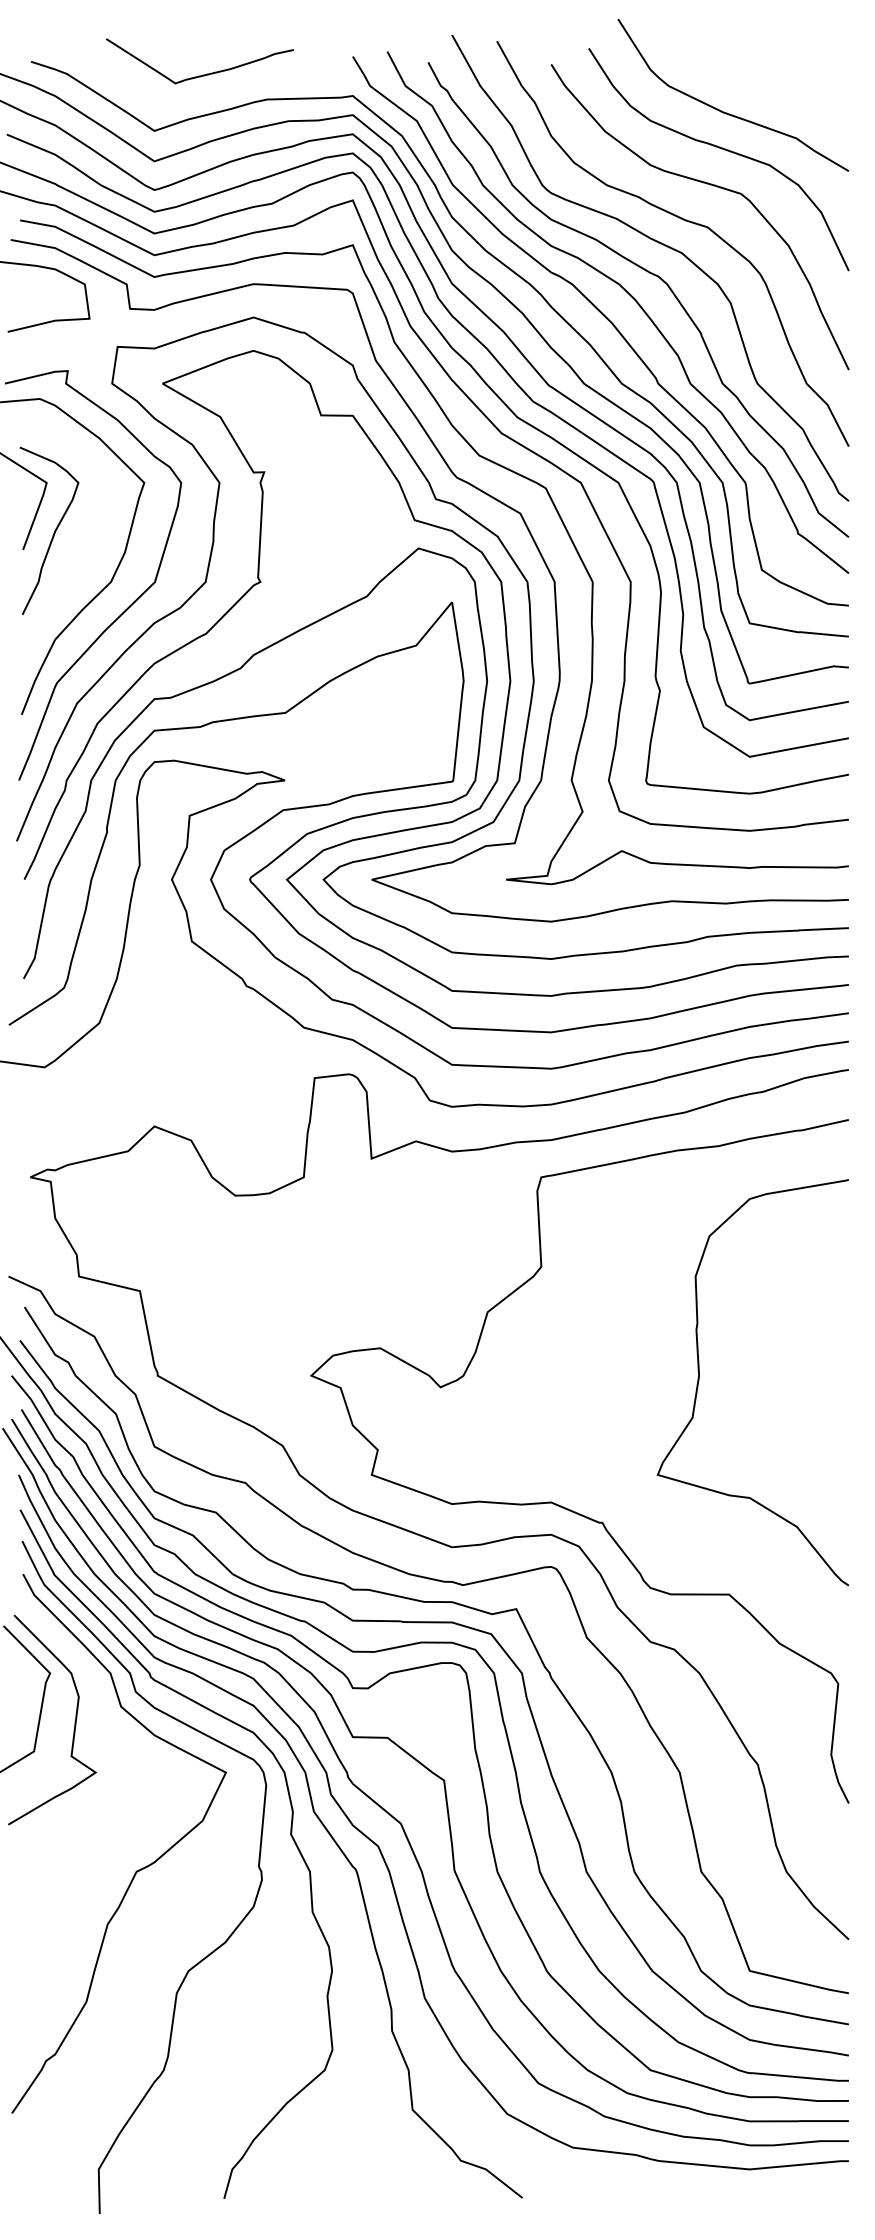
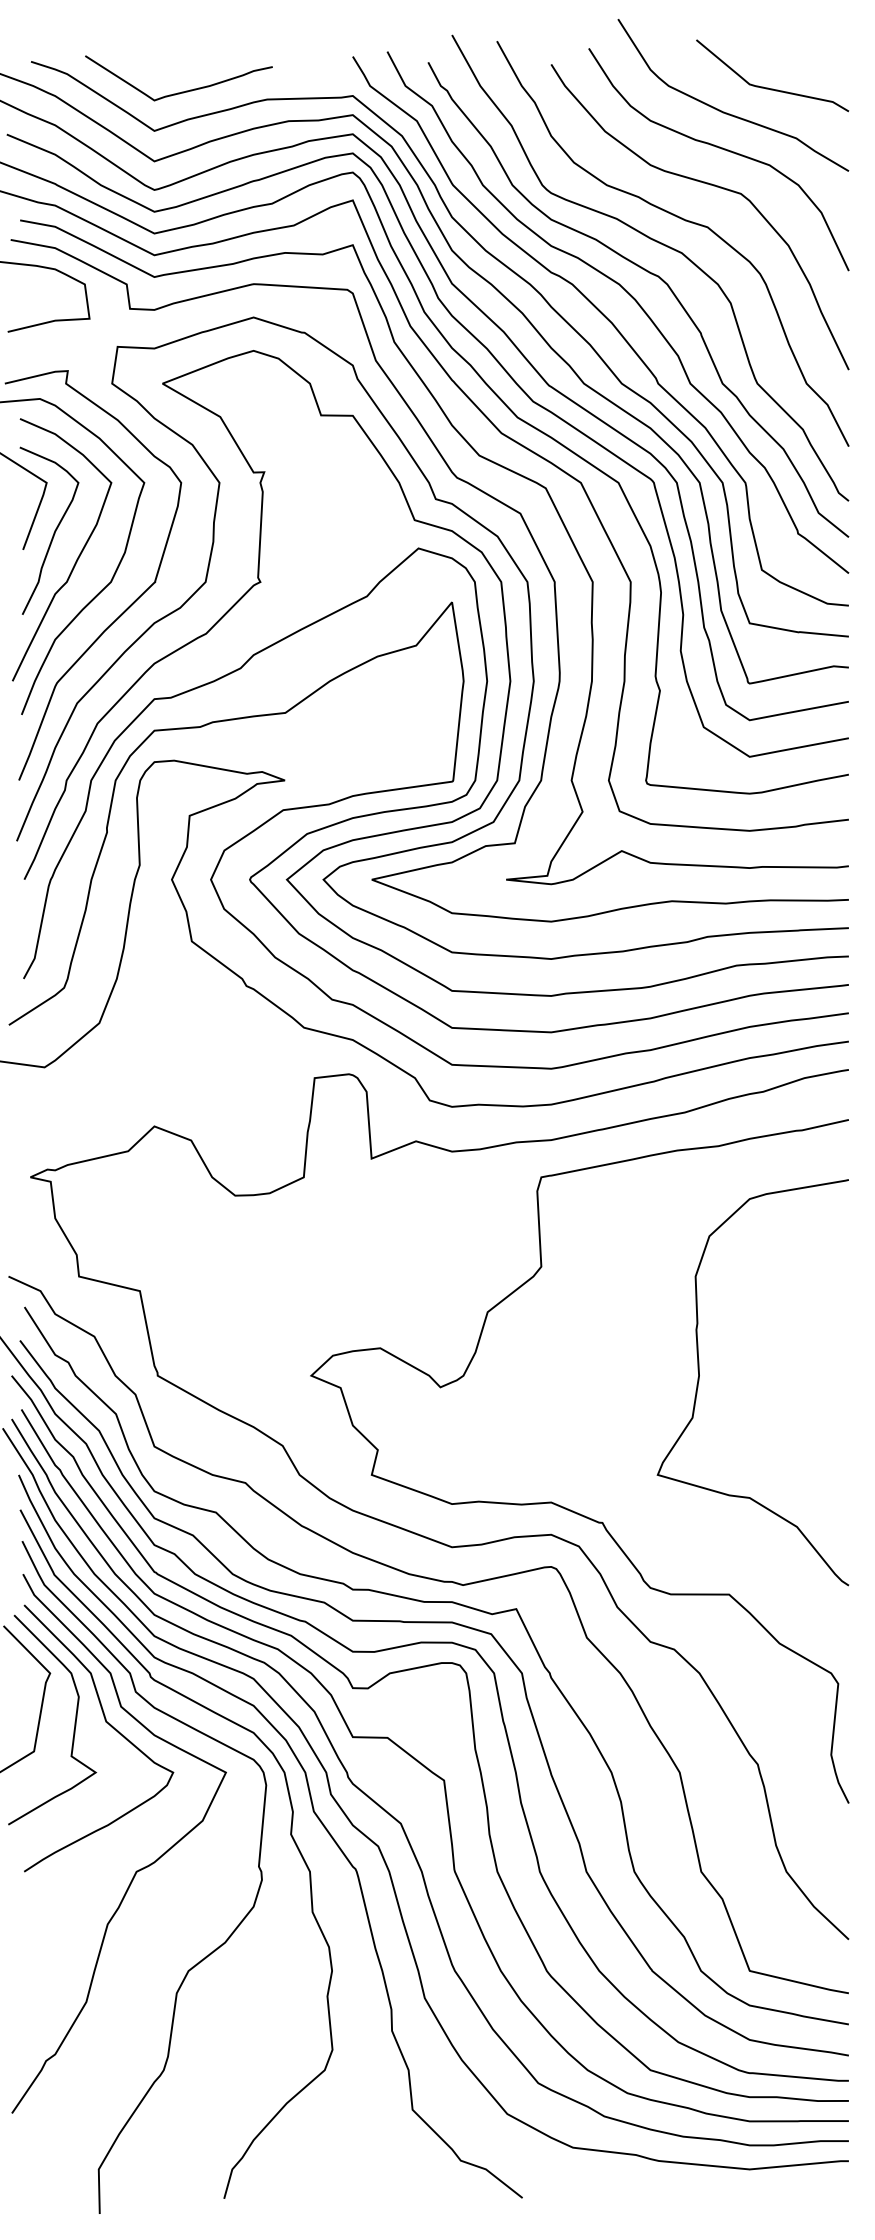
curve at (202, 74) position: (202, 74) -> (181, 91)
curve at (768, 87): none -> present
curve at (77, 557): none -> present
curve at (110, 1726): none -> present
